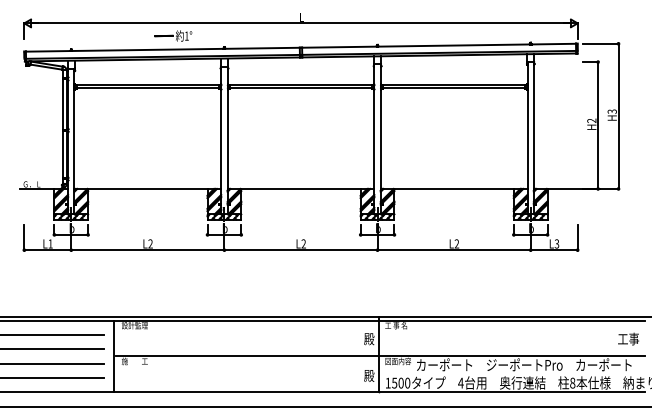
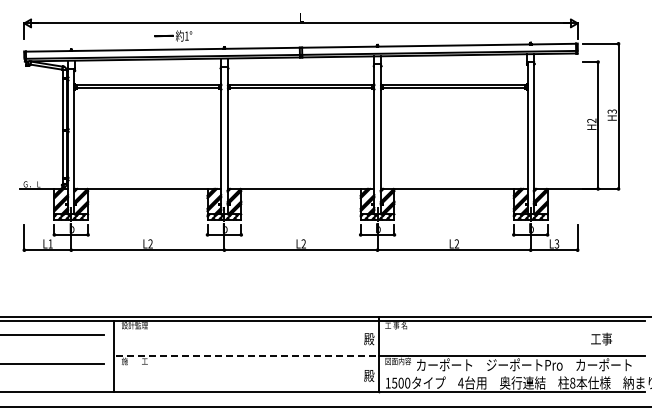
text at (628, 338) position: (628, 338) -> (601, 338)
line at (52, 349): present -> none
line at (247, 356): solid -> dashed
line at (52, 377): present -> none
